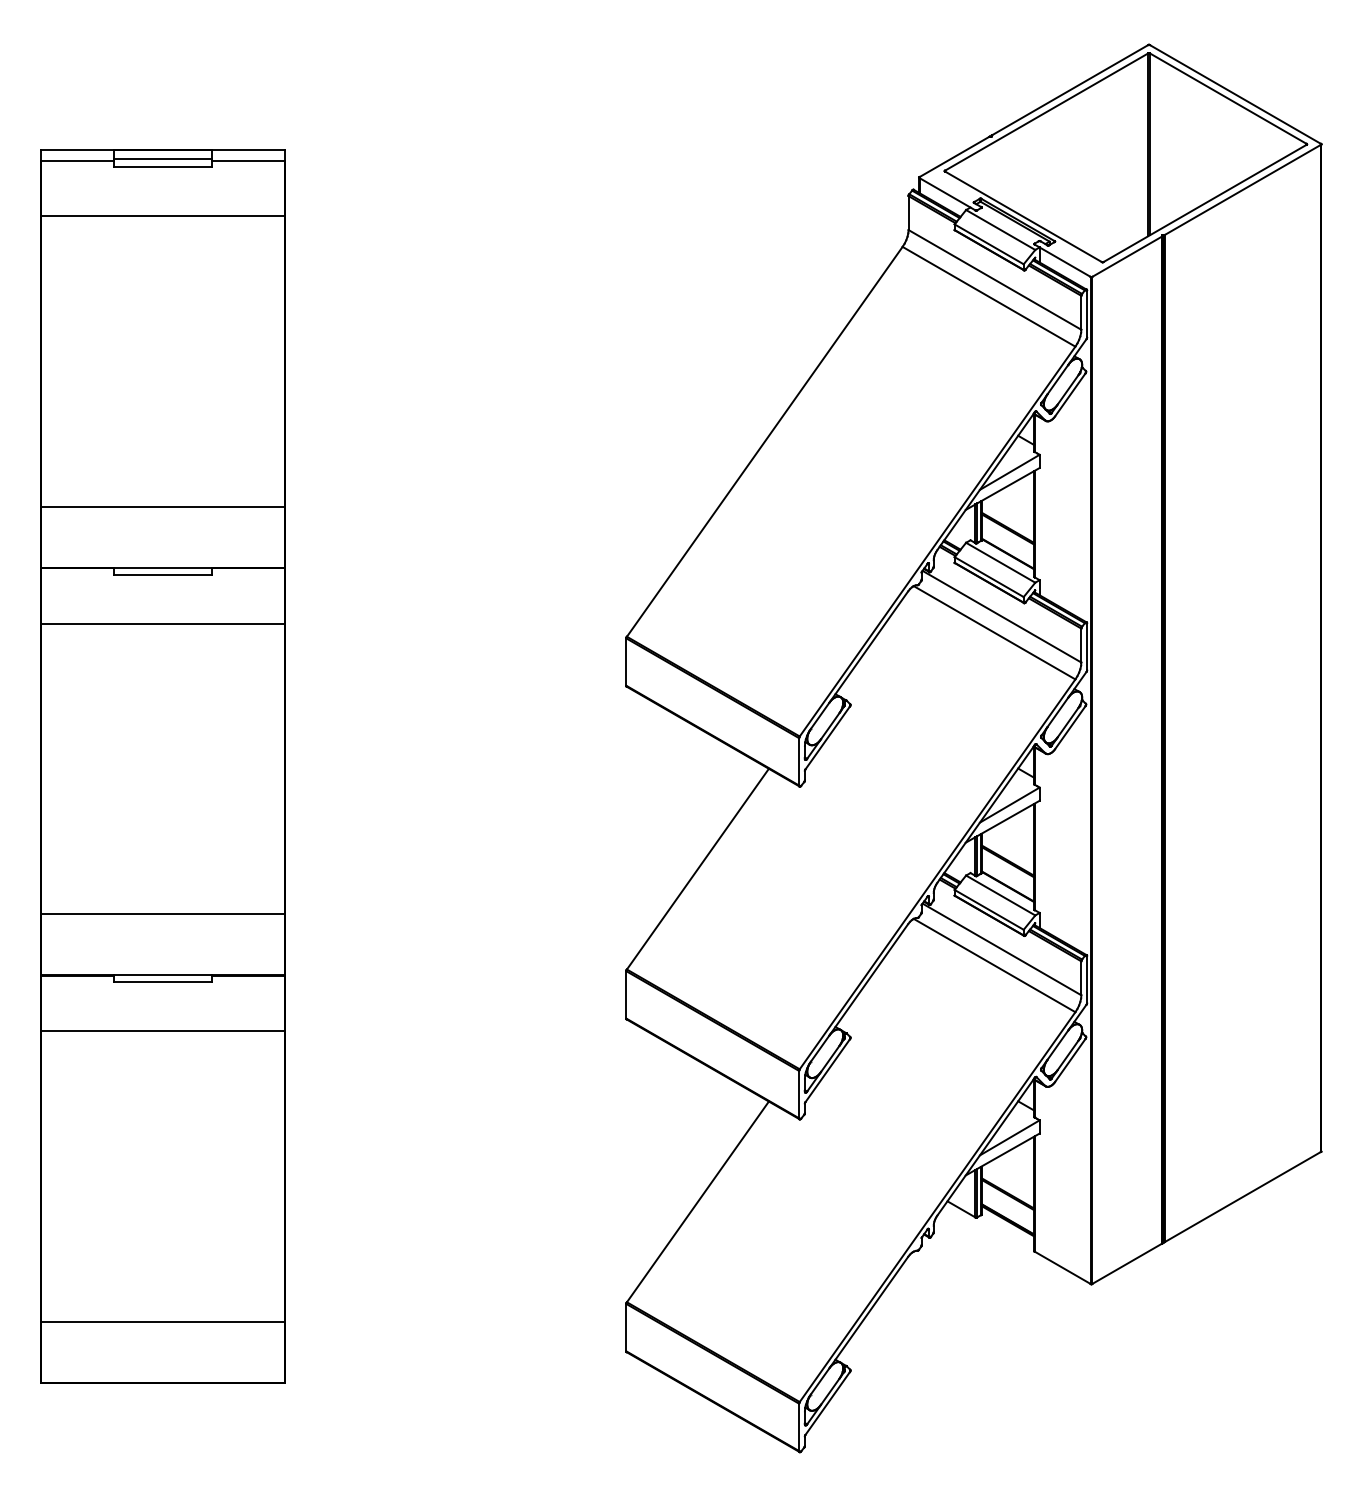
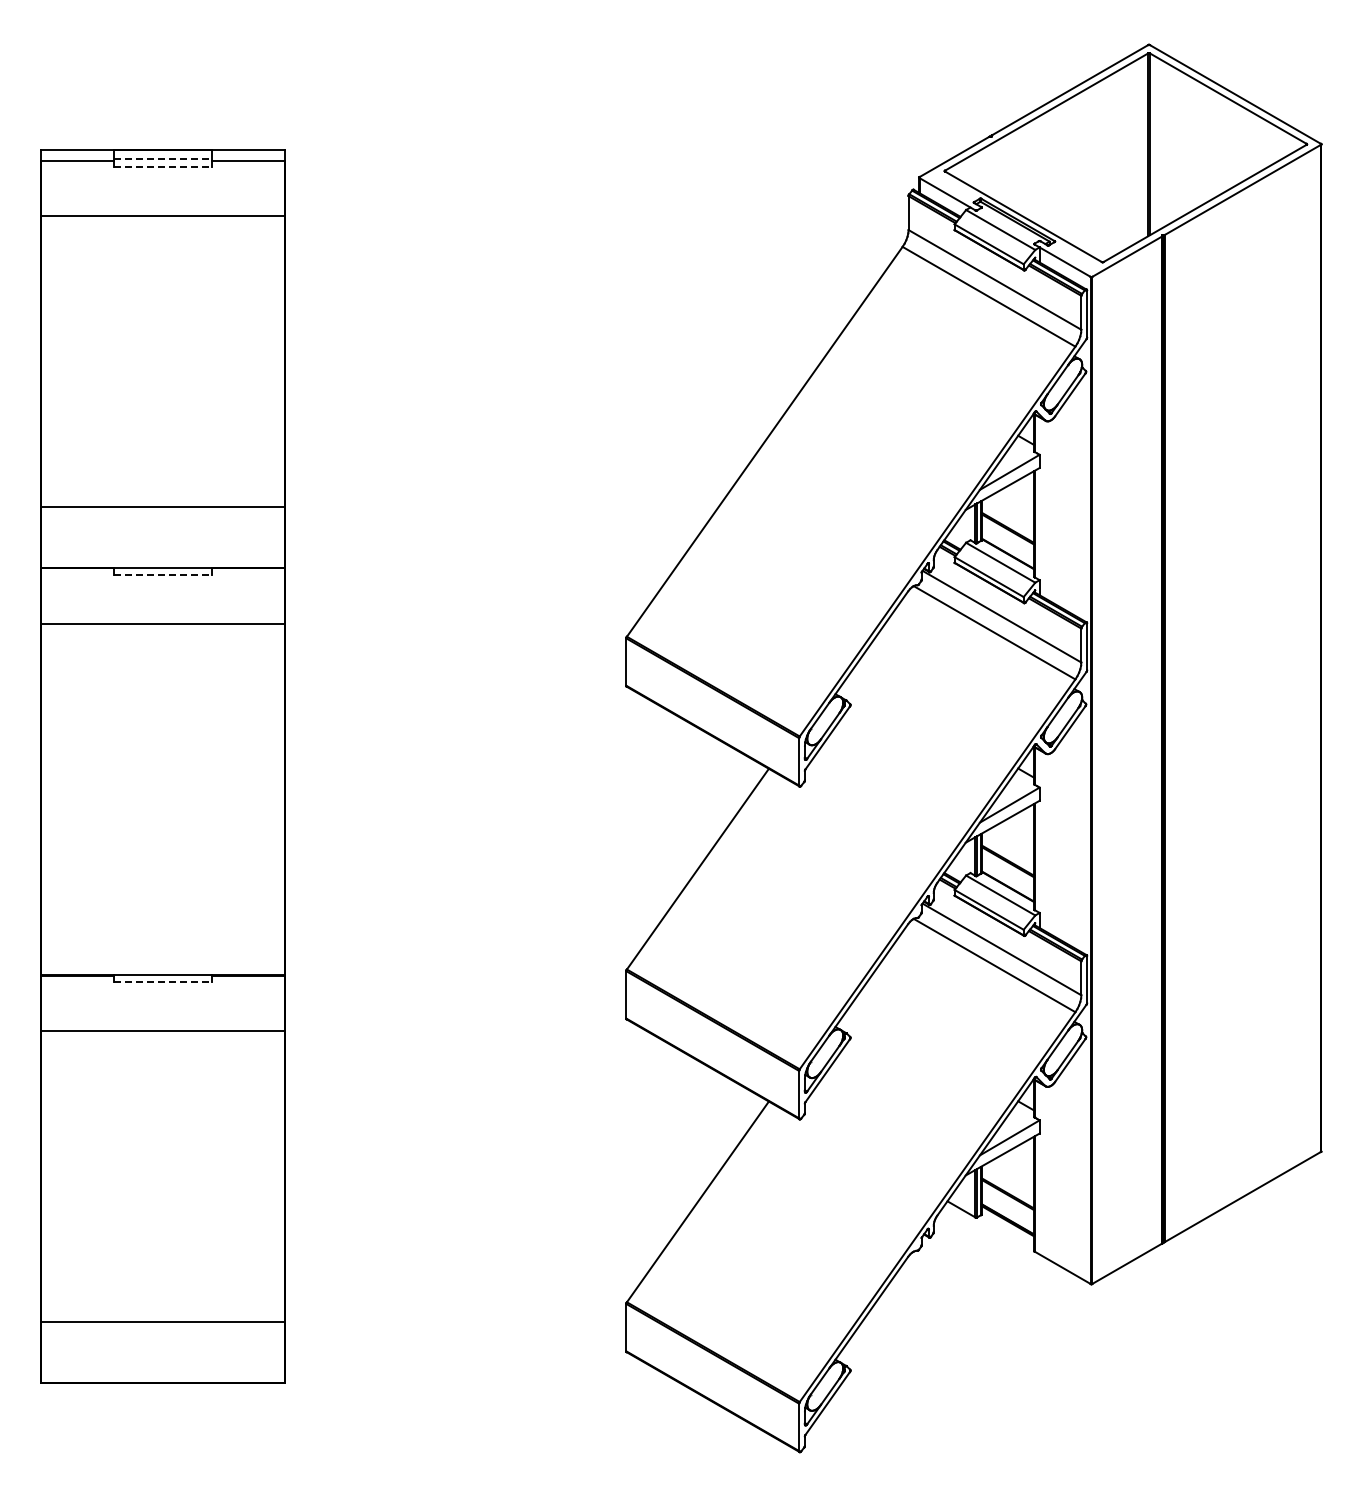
line at (162, 159): solid -> dashed
line at (162, 167): solid -> dashed
line at (162, 574): solid -> dashed
line at (162, 914): present -> none
line at (162, 982): solid -> dashed
